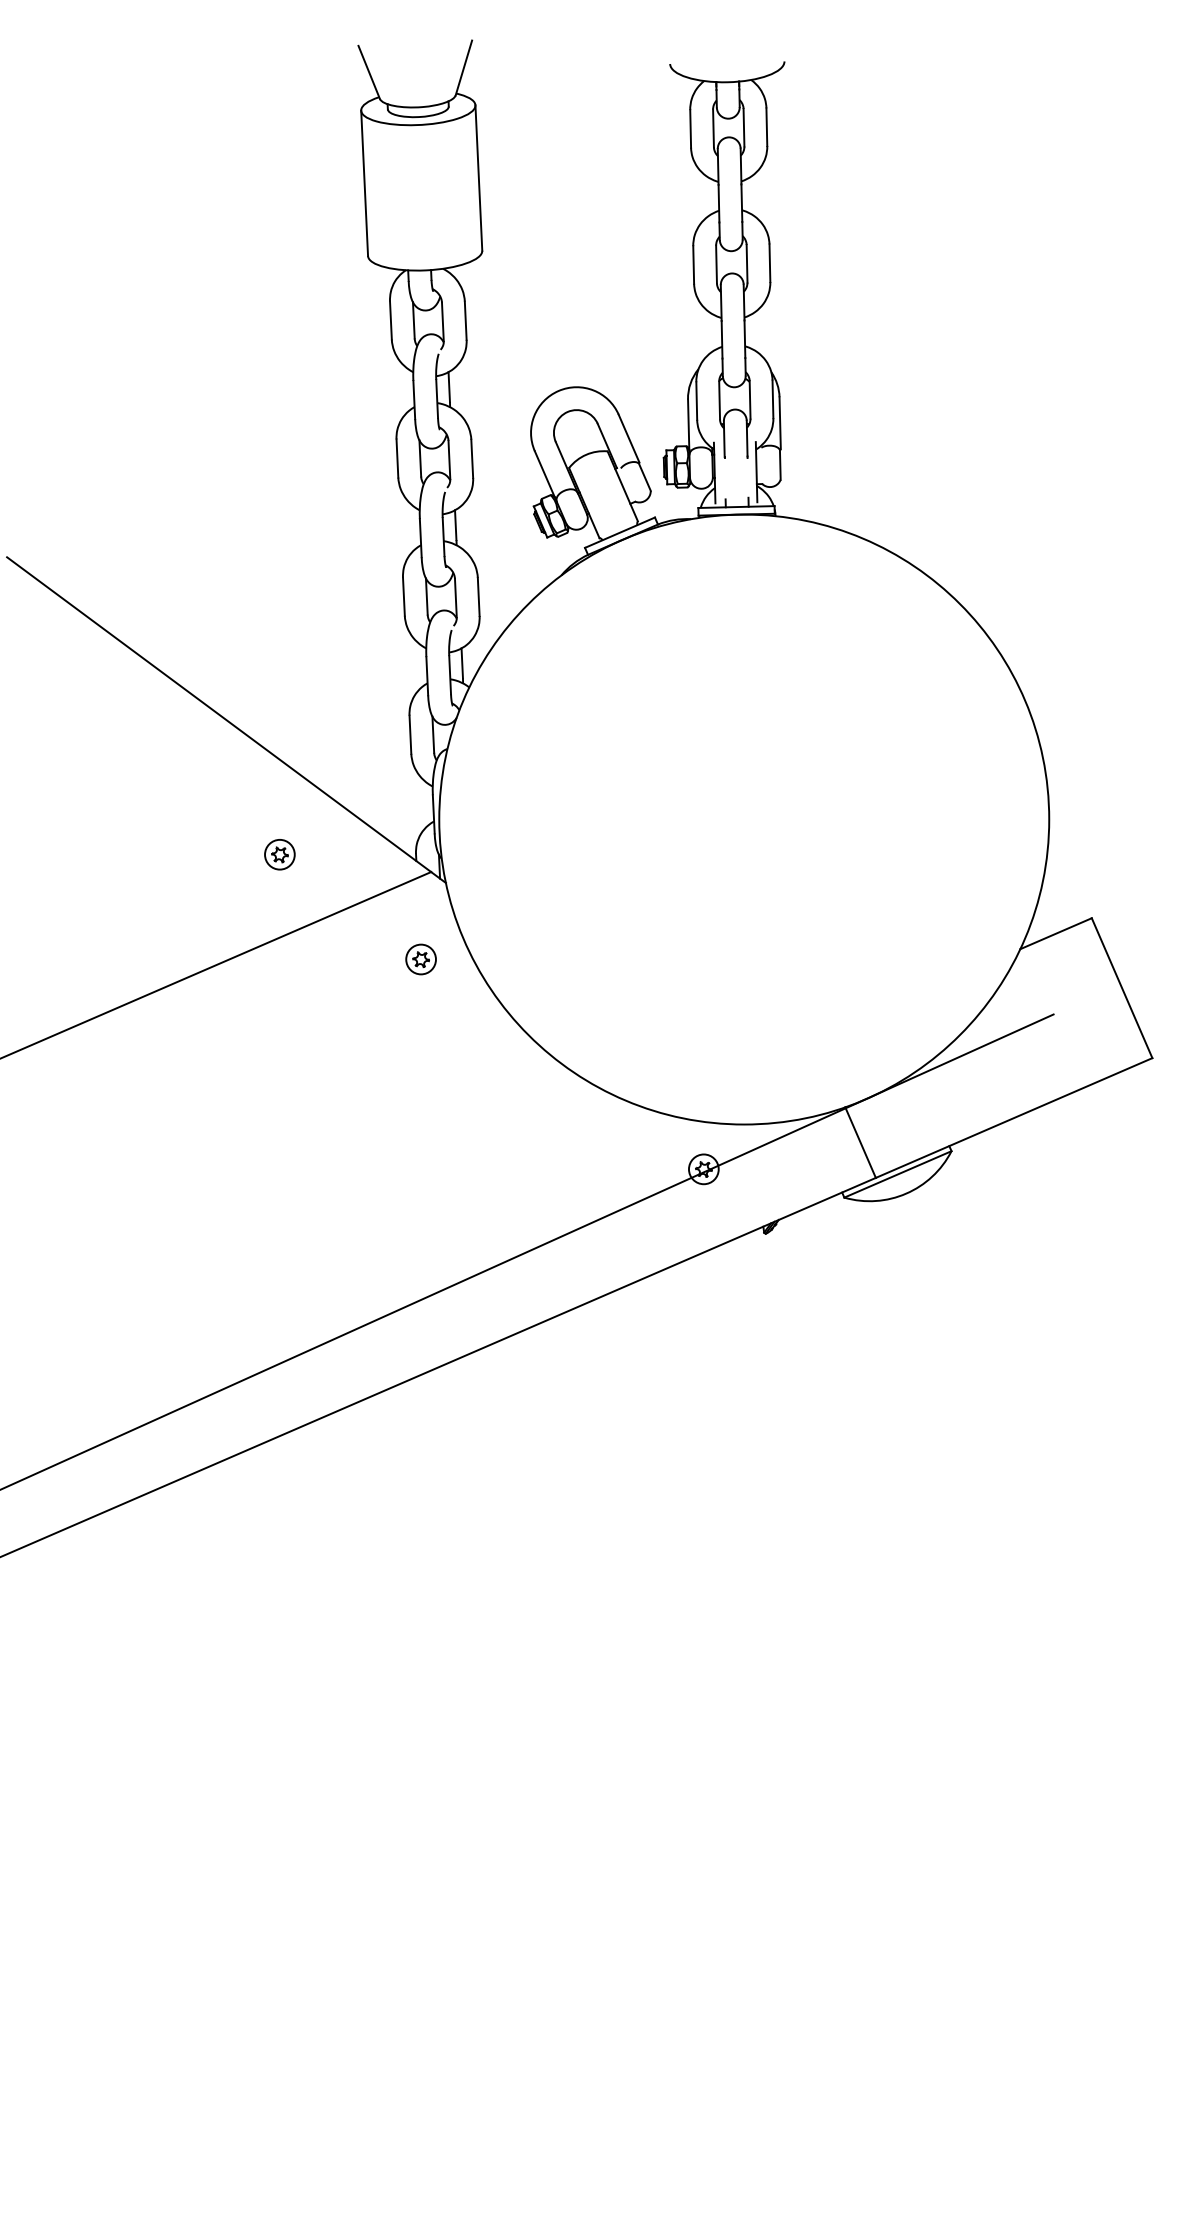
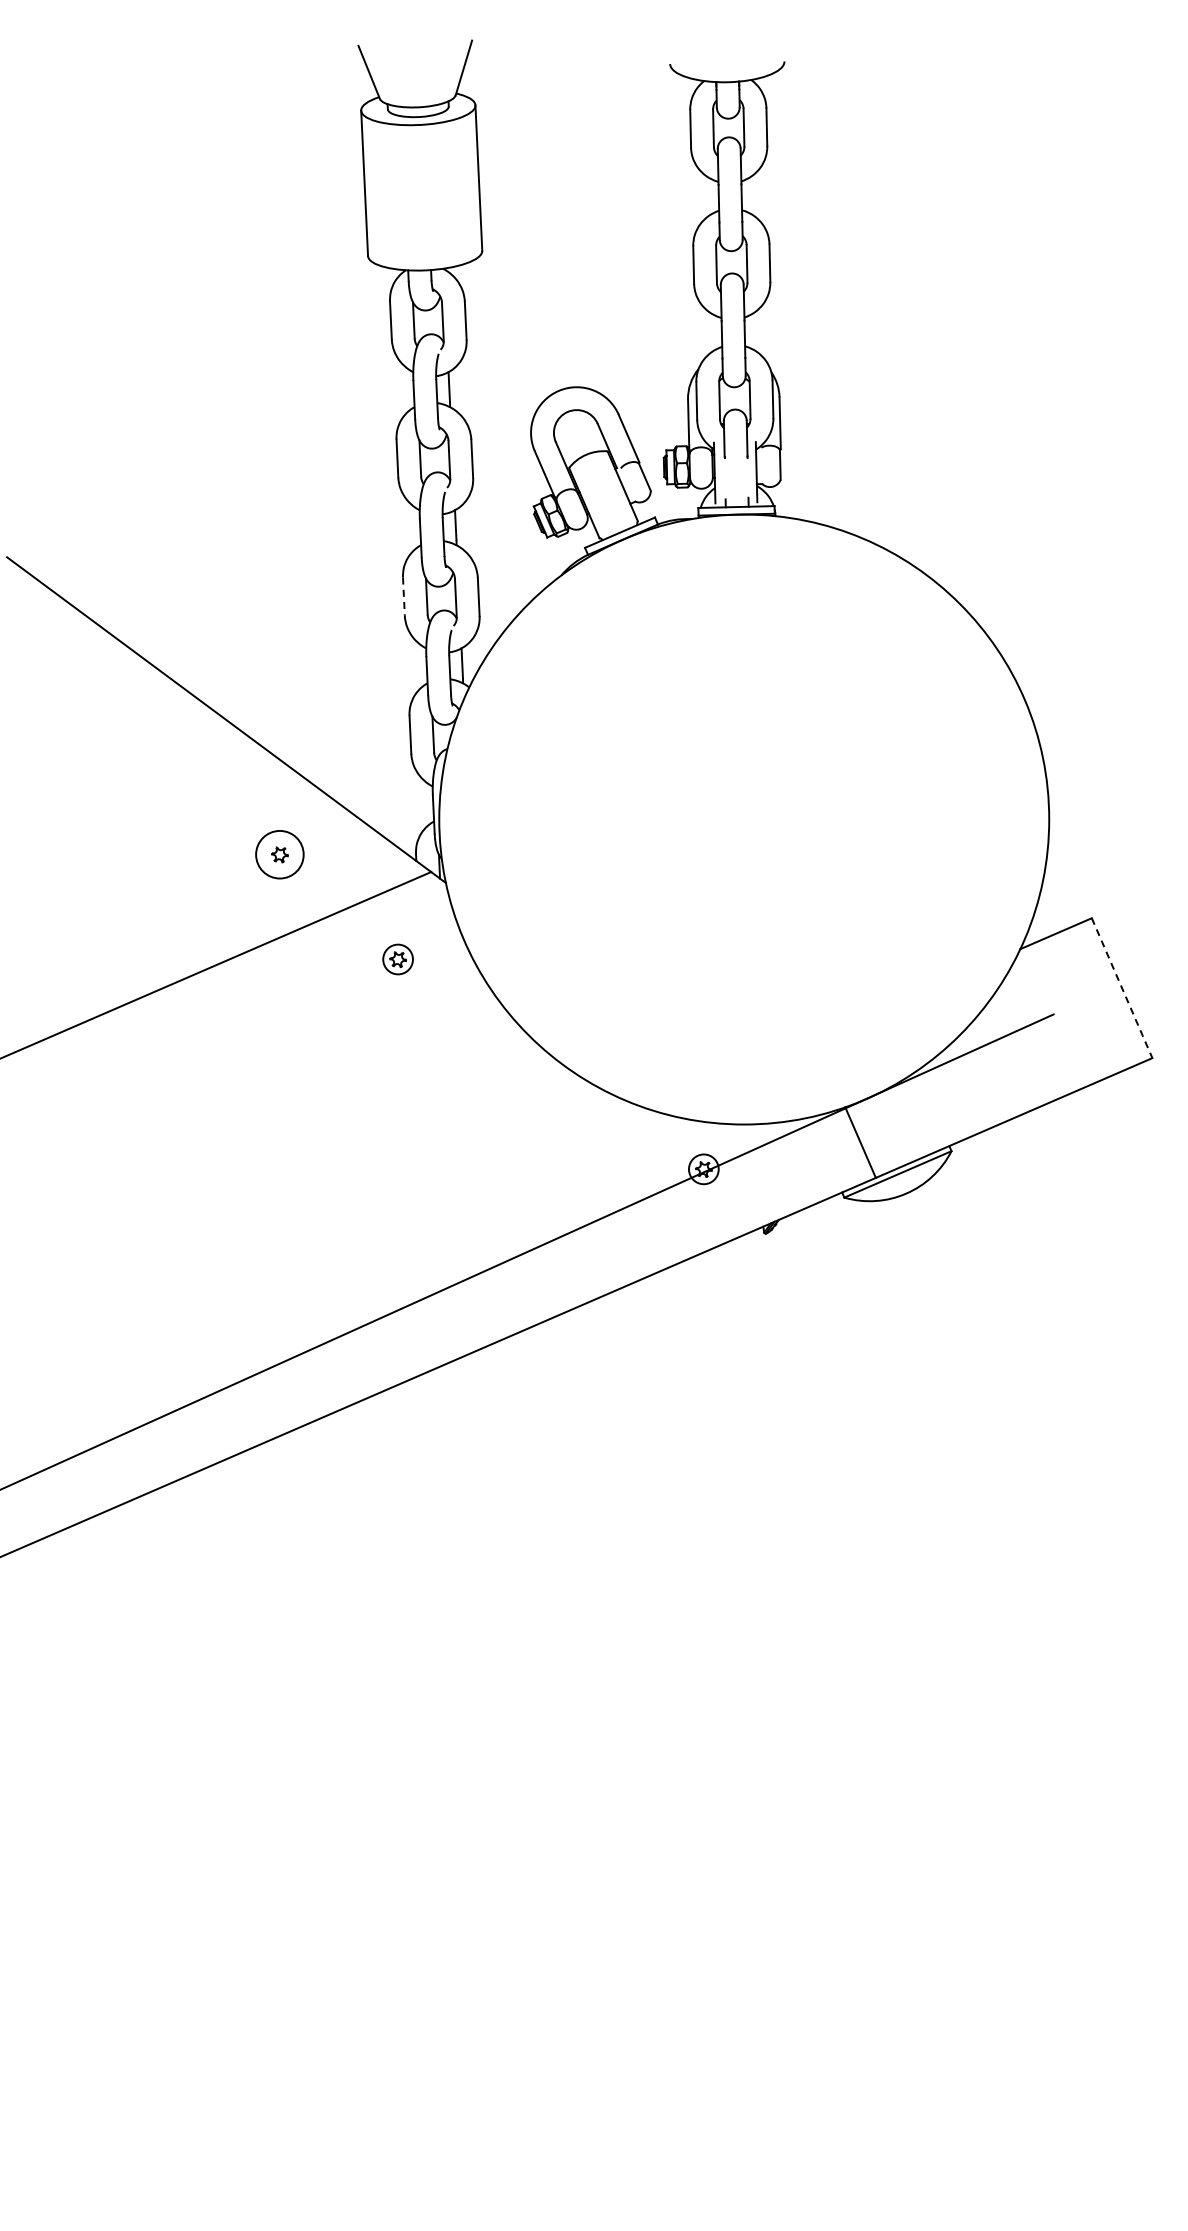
line at (403, 597): solid -> dashed
circle at (279, 854) diameter: 30 px -> 48 px
part at (420, 959) position: (420, 959) -> (397, 959)
line at (1122, 988): solid -> dashed
